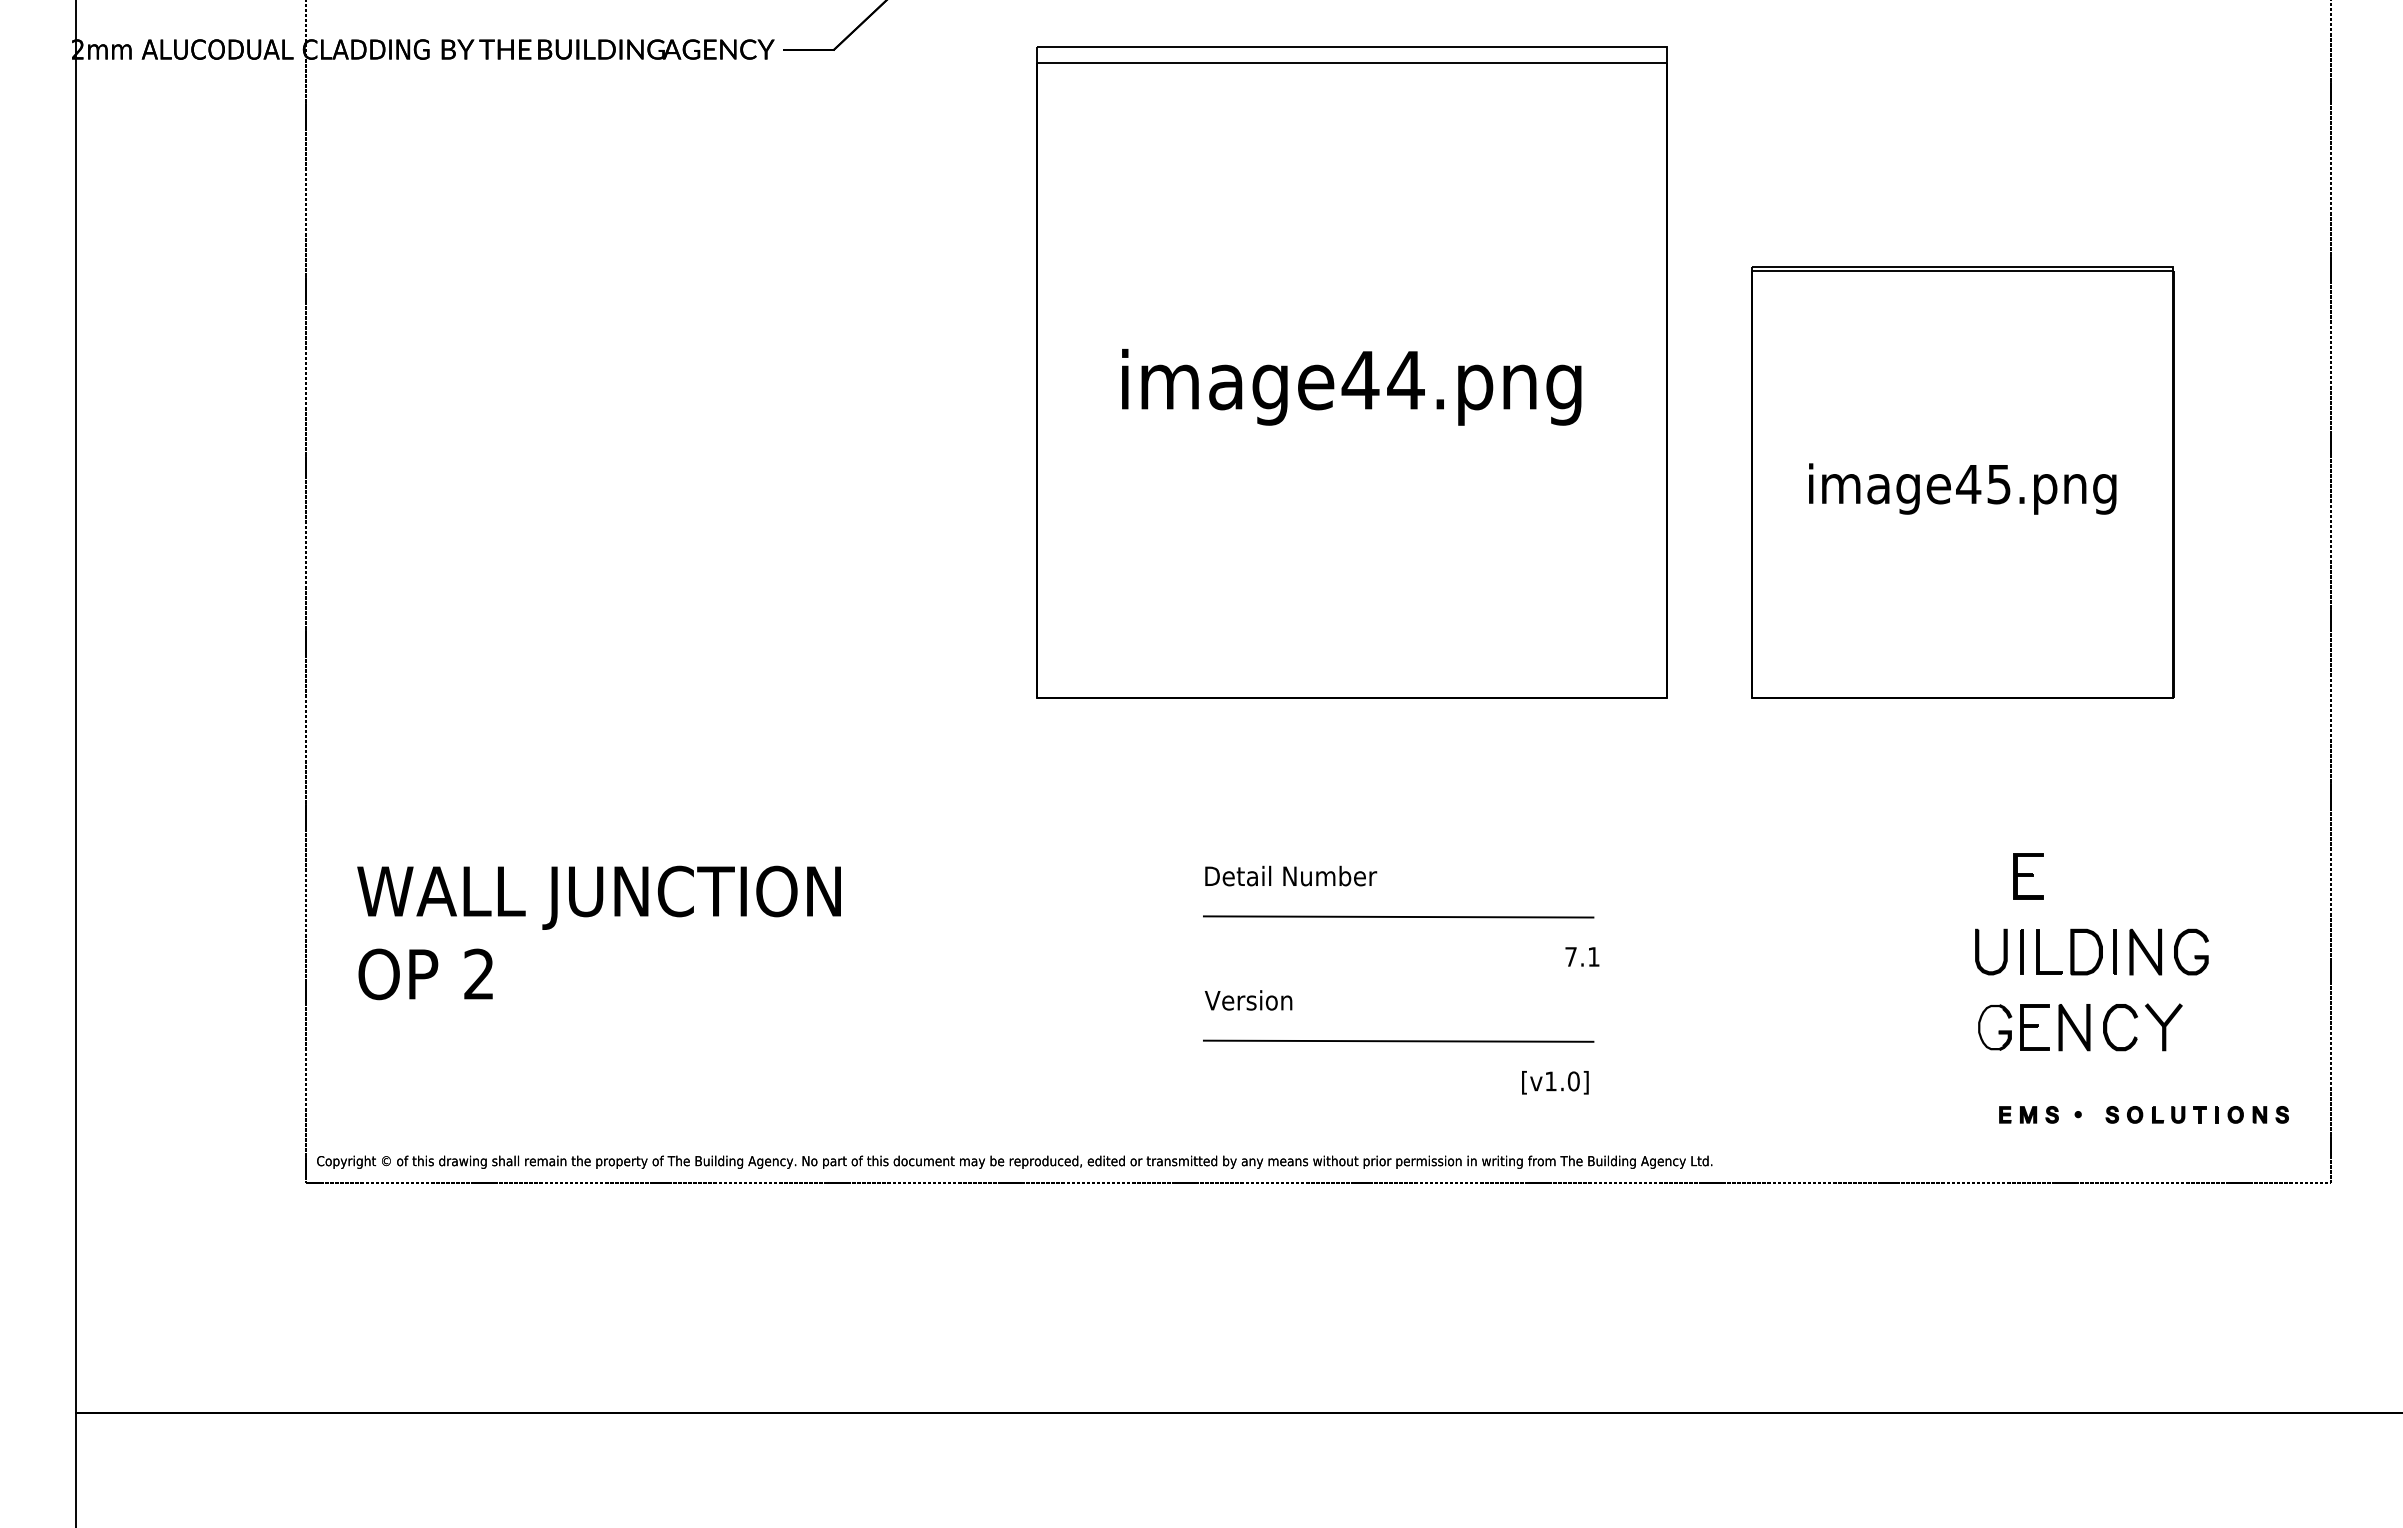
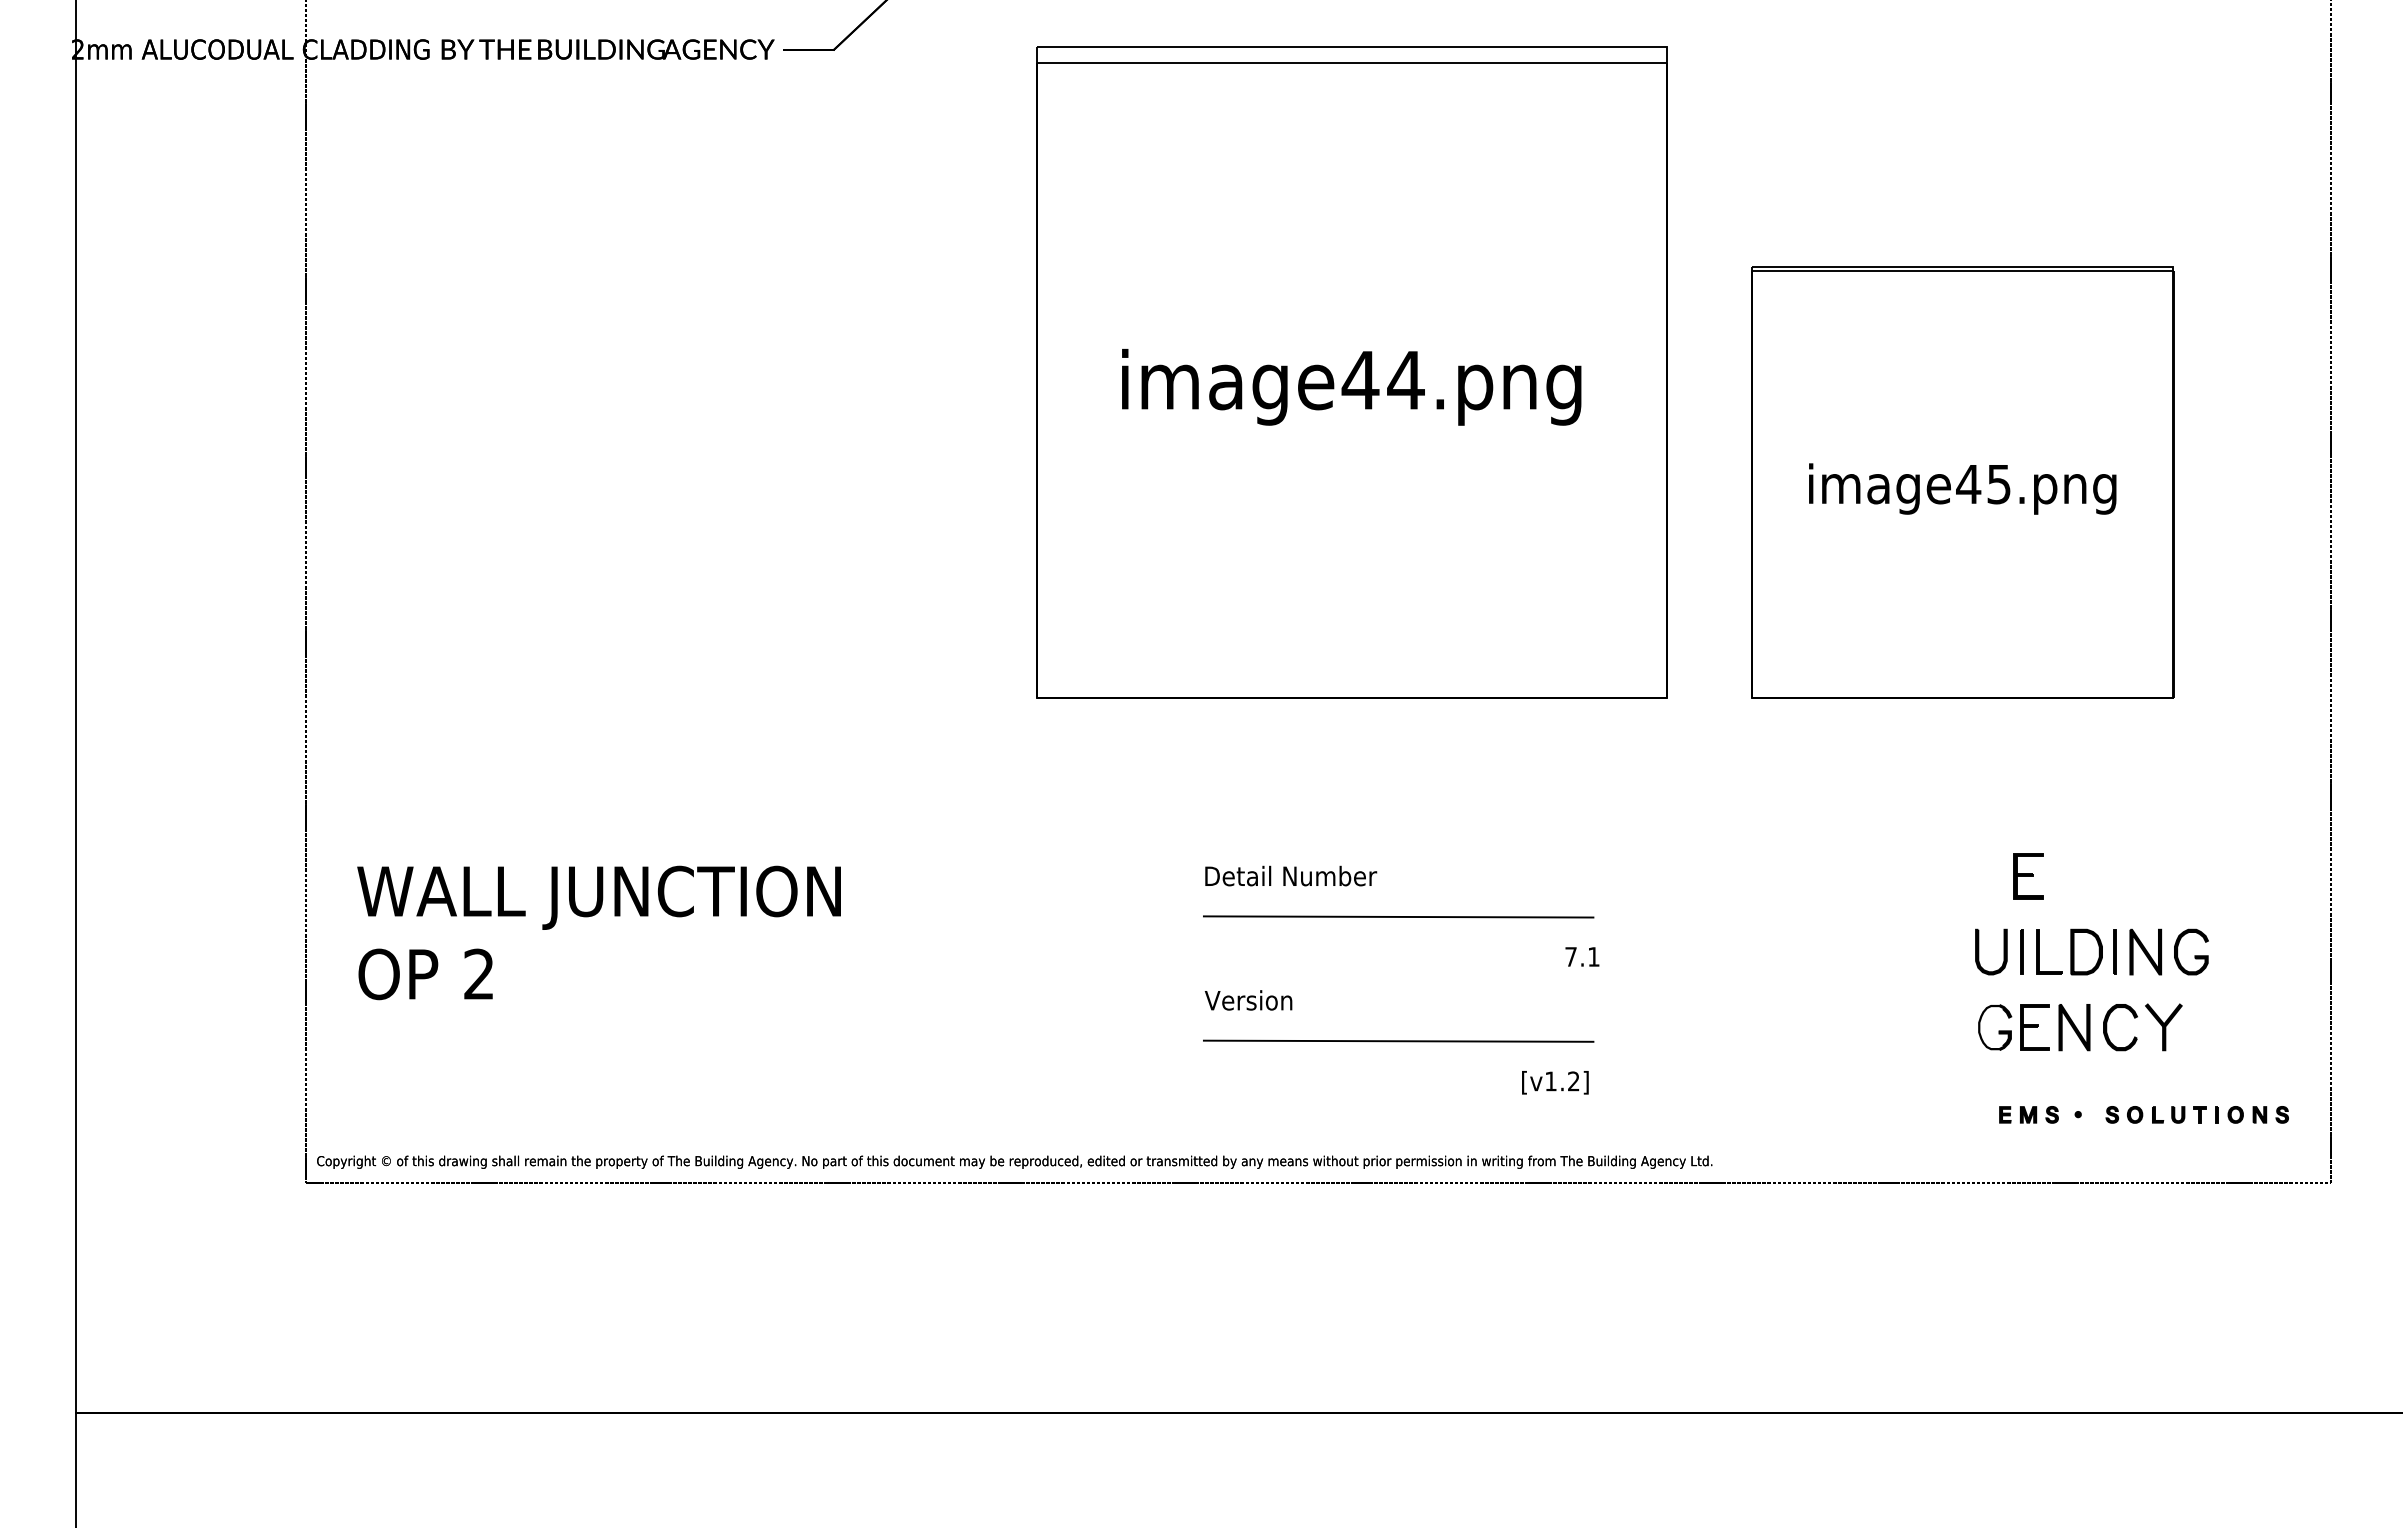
text at (1573, 1081): [v1.0] -> [v1.2]
